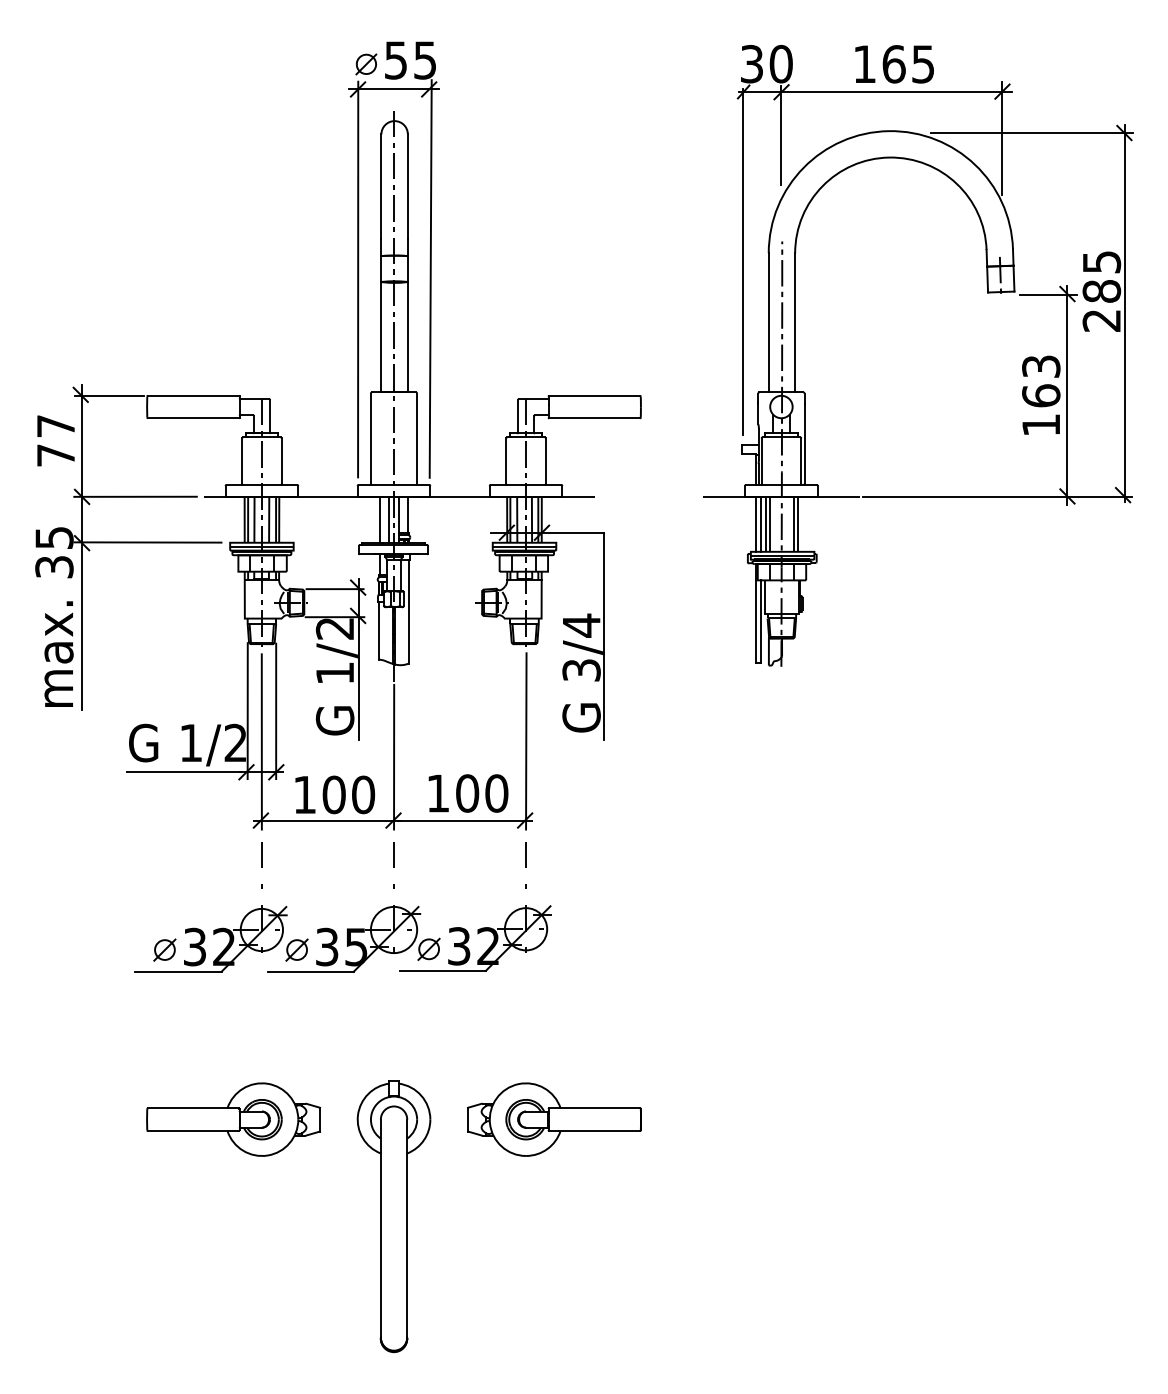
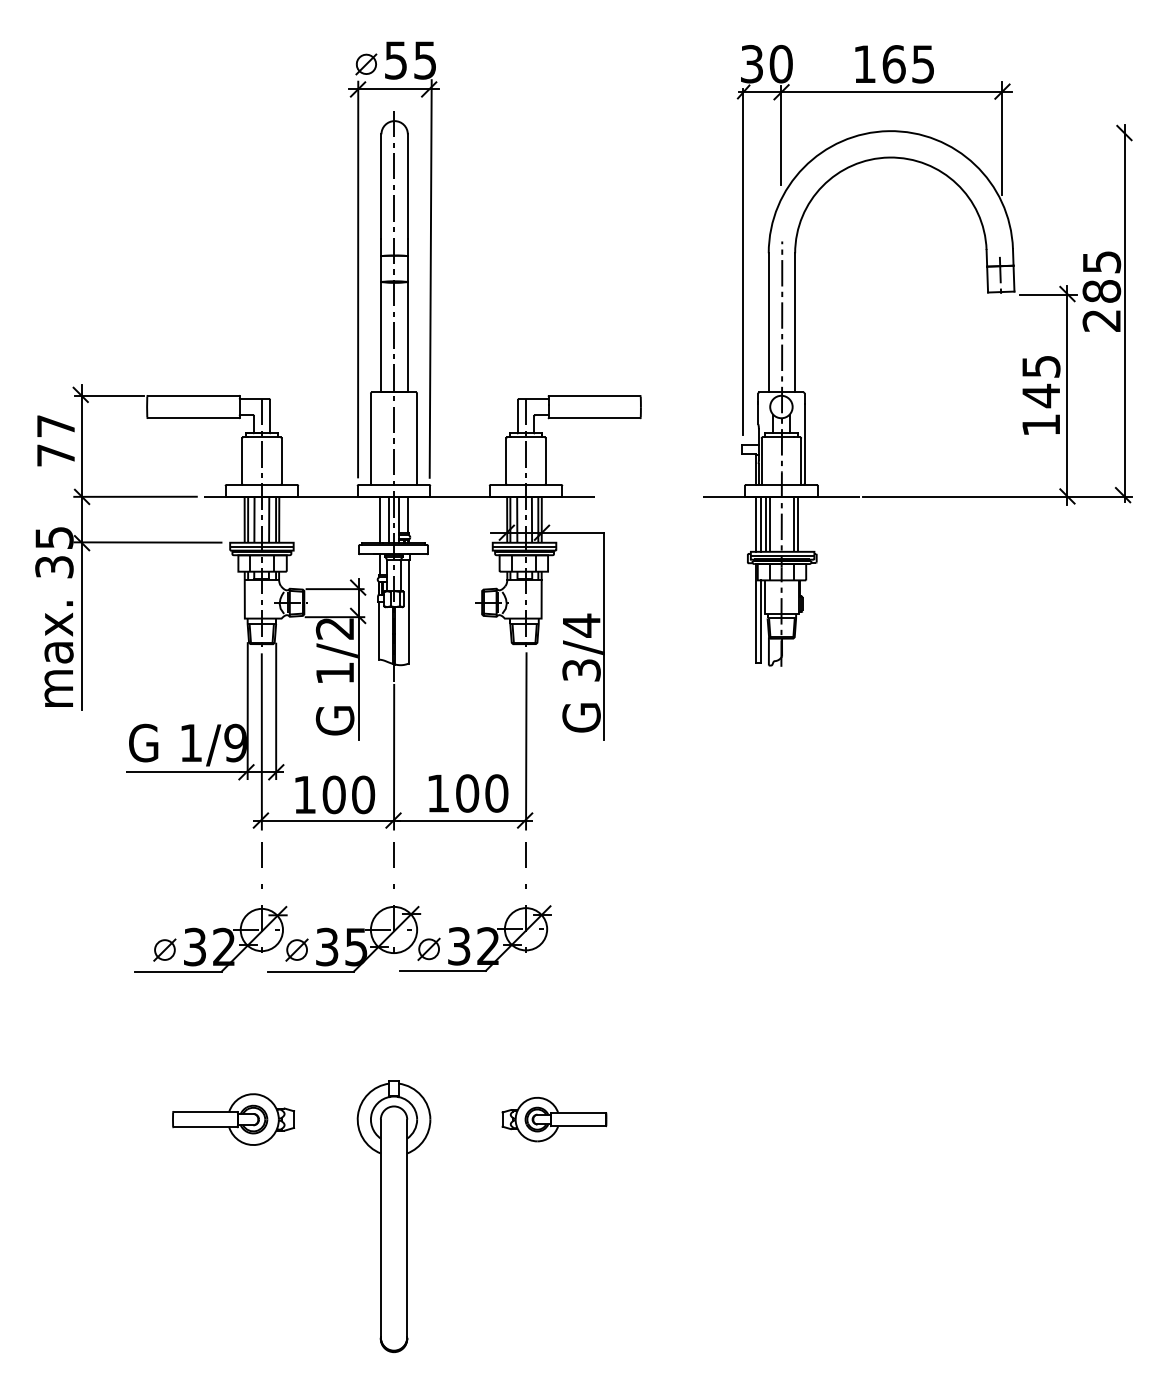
line at (1031, 133): present -> none
text at (1041, 381): 163 -> 145
text at (235, 742): 1/2 -> 1/9
part at (233, 1119) size: 175x75 px -> 124x53 px
part at (554, 1119) size: 175x75 px -> 107x47 px
